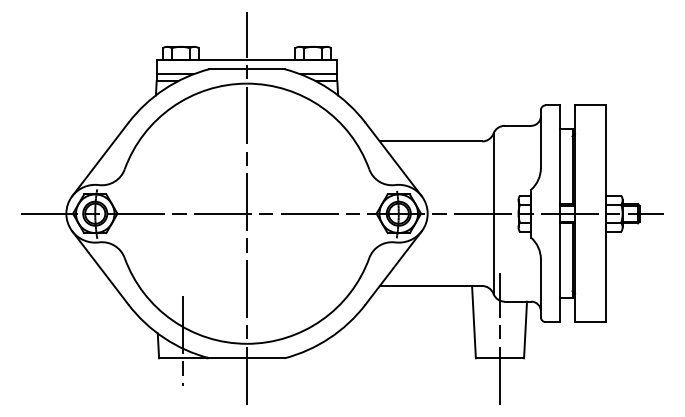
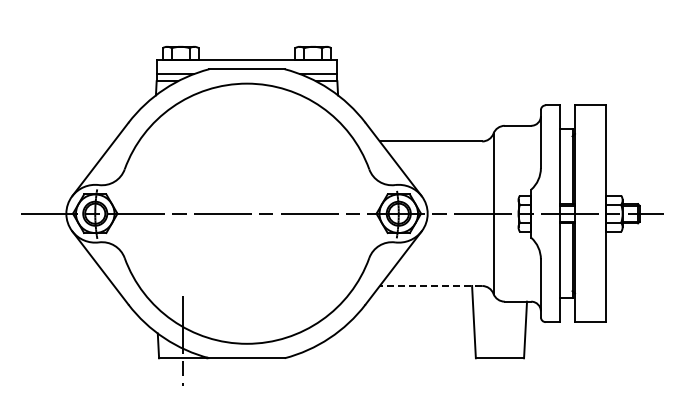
line at (247, 208): present -> none
line at (430, 286): solid -> dashed
line at (499, 338): present -> none
